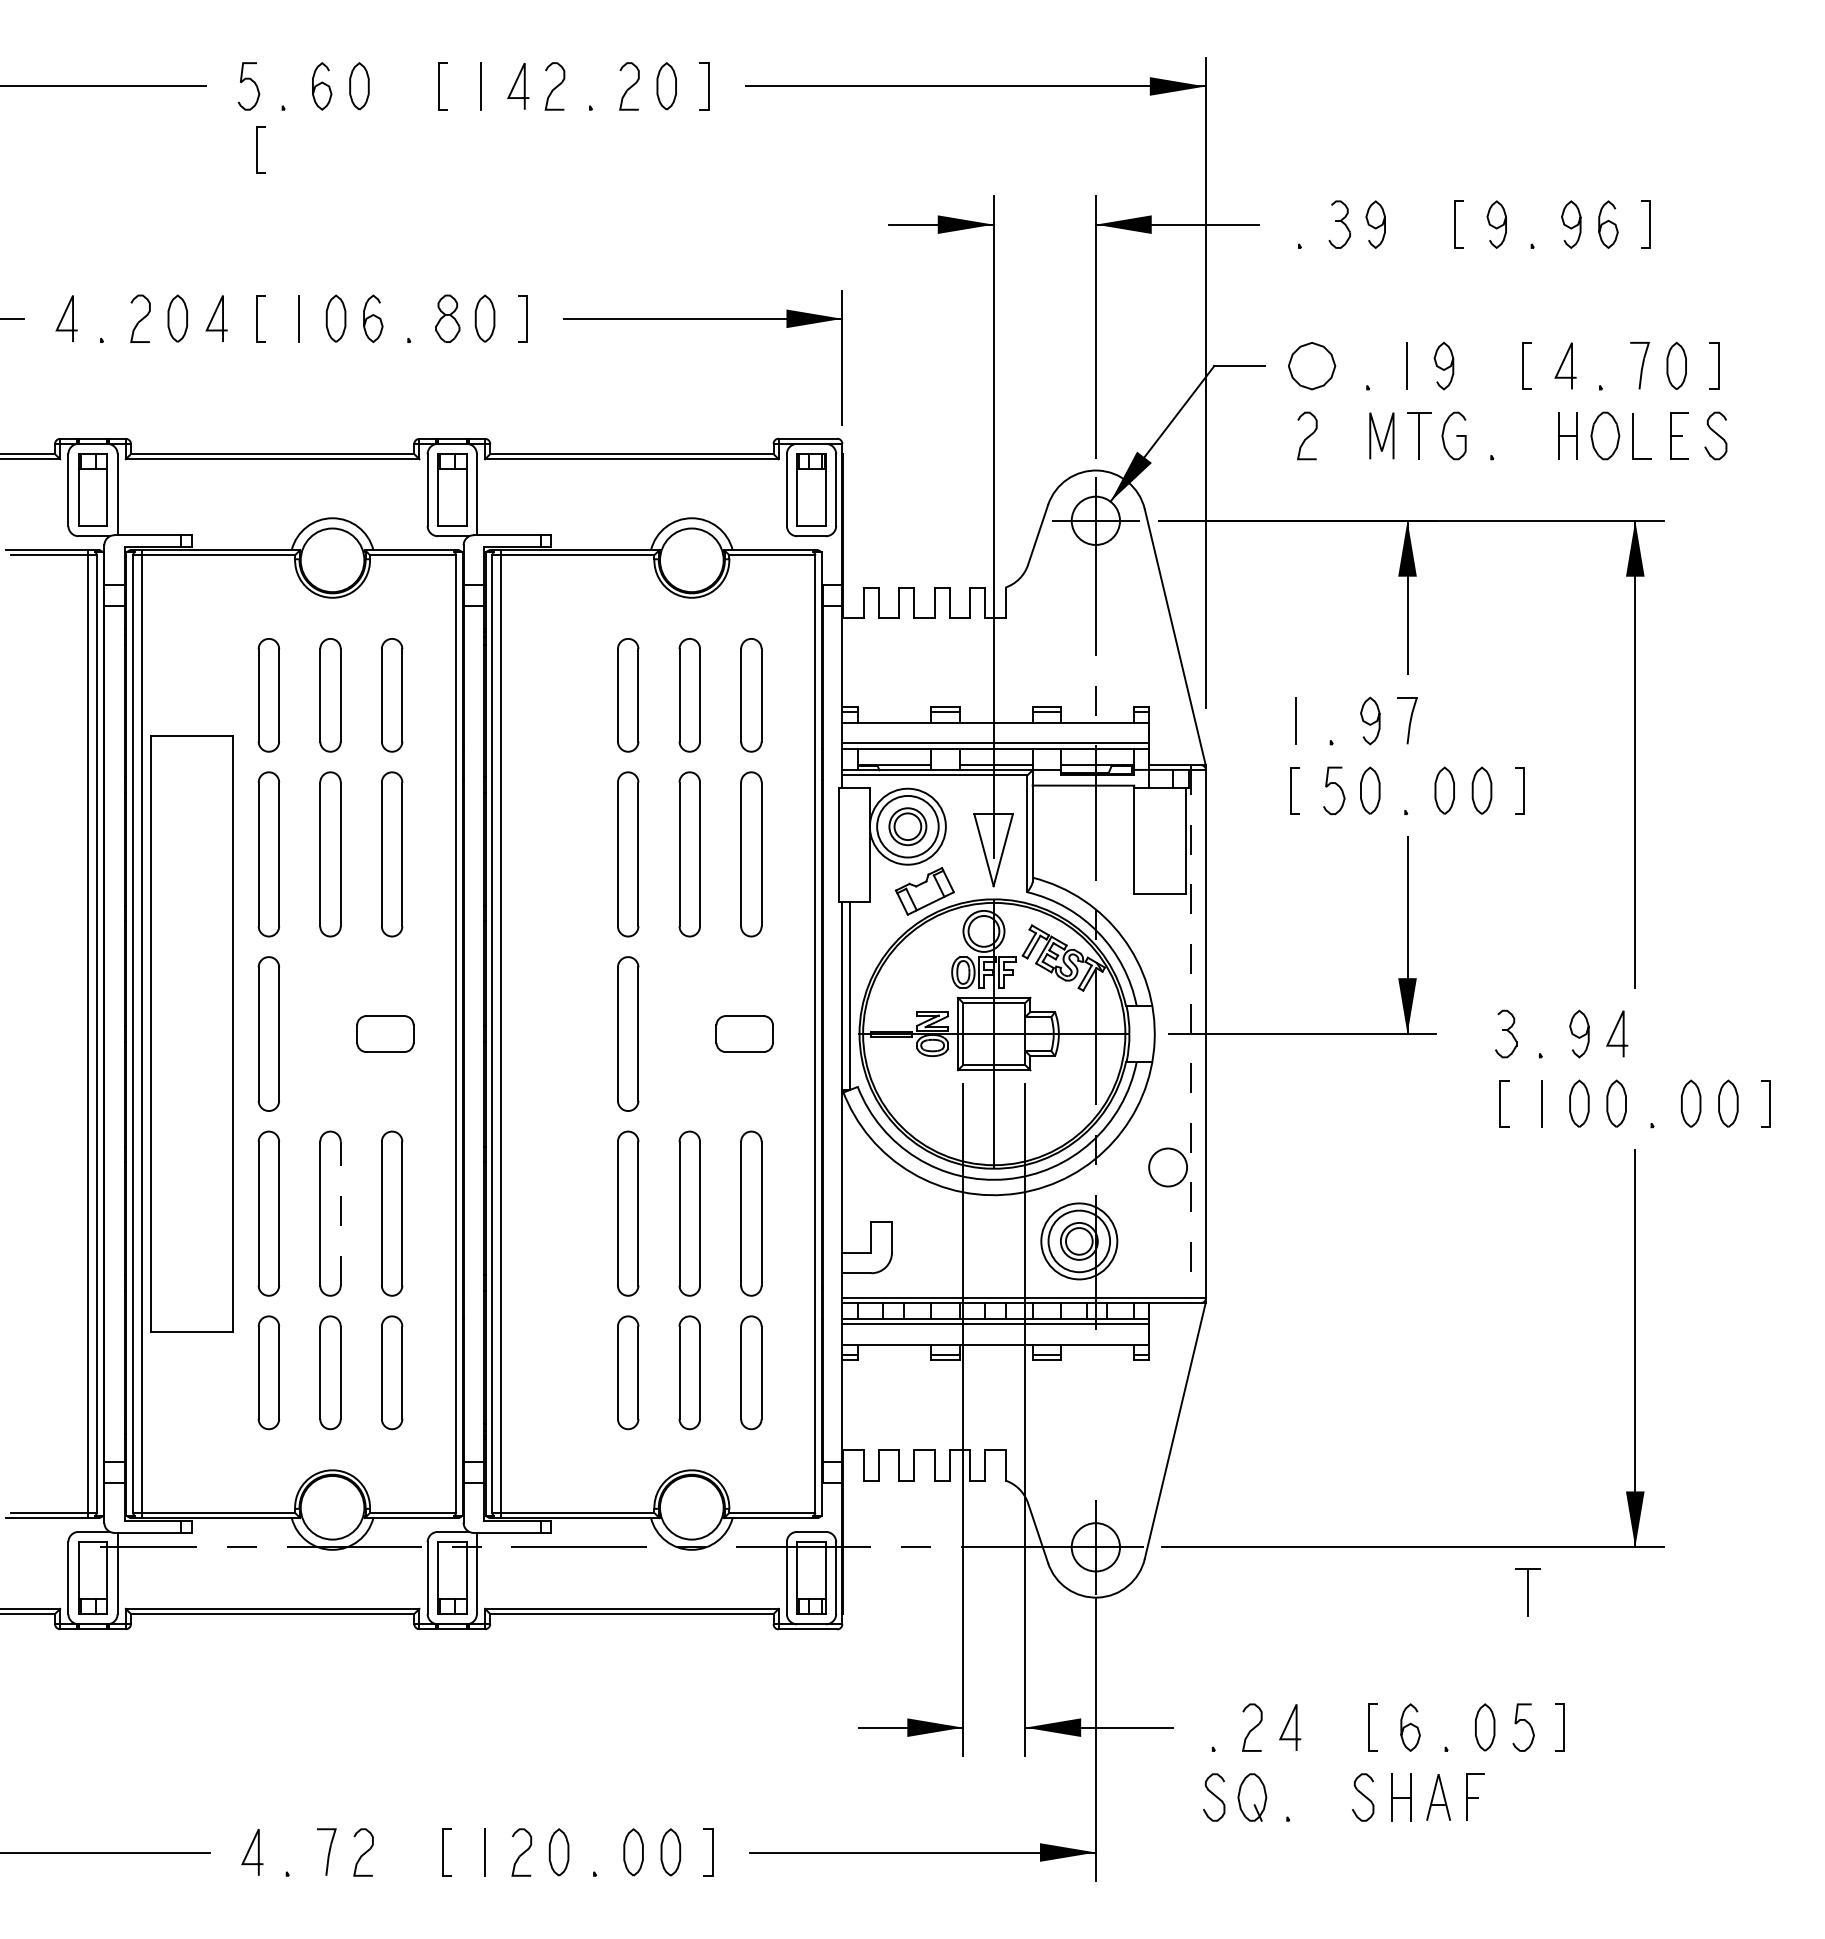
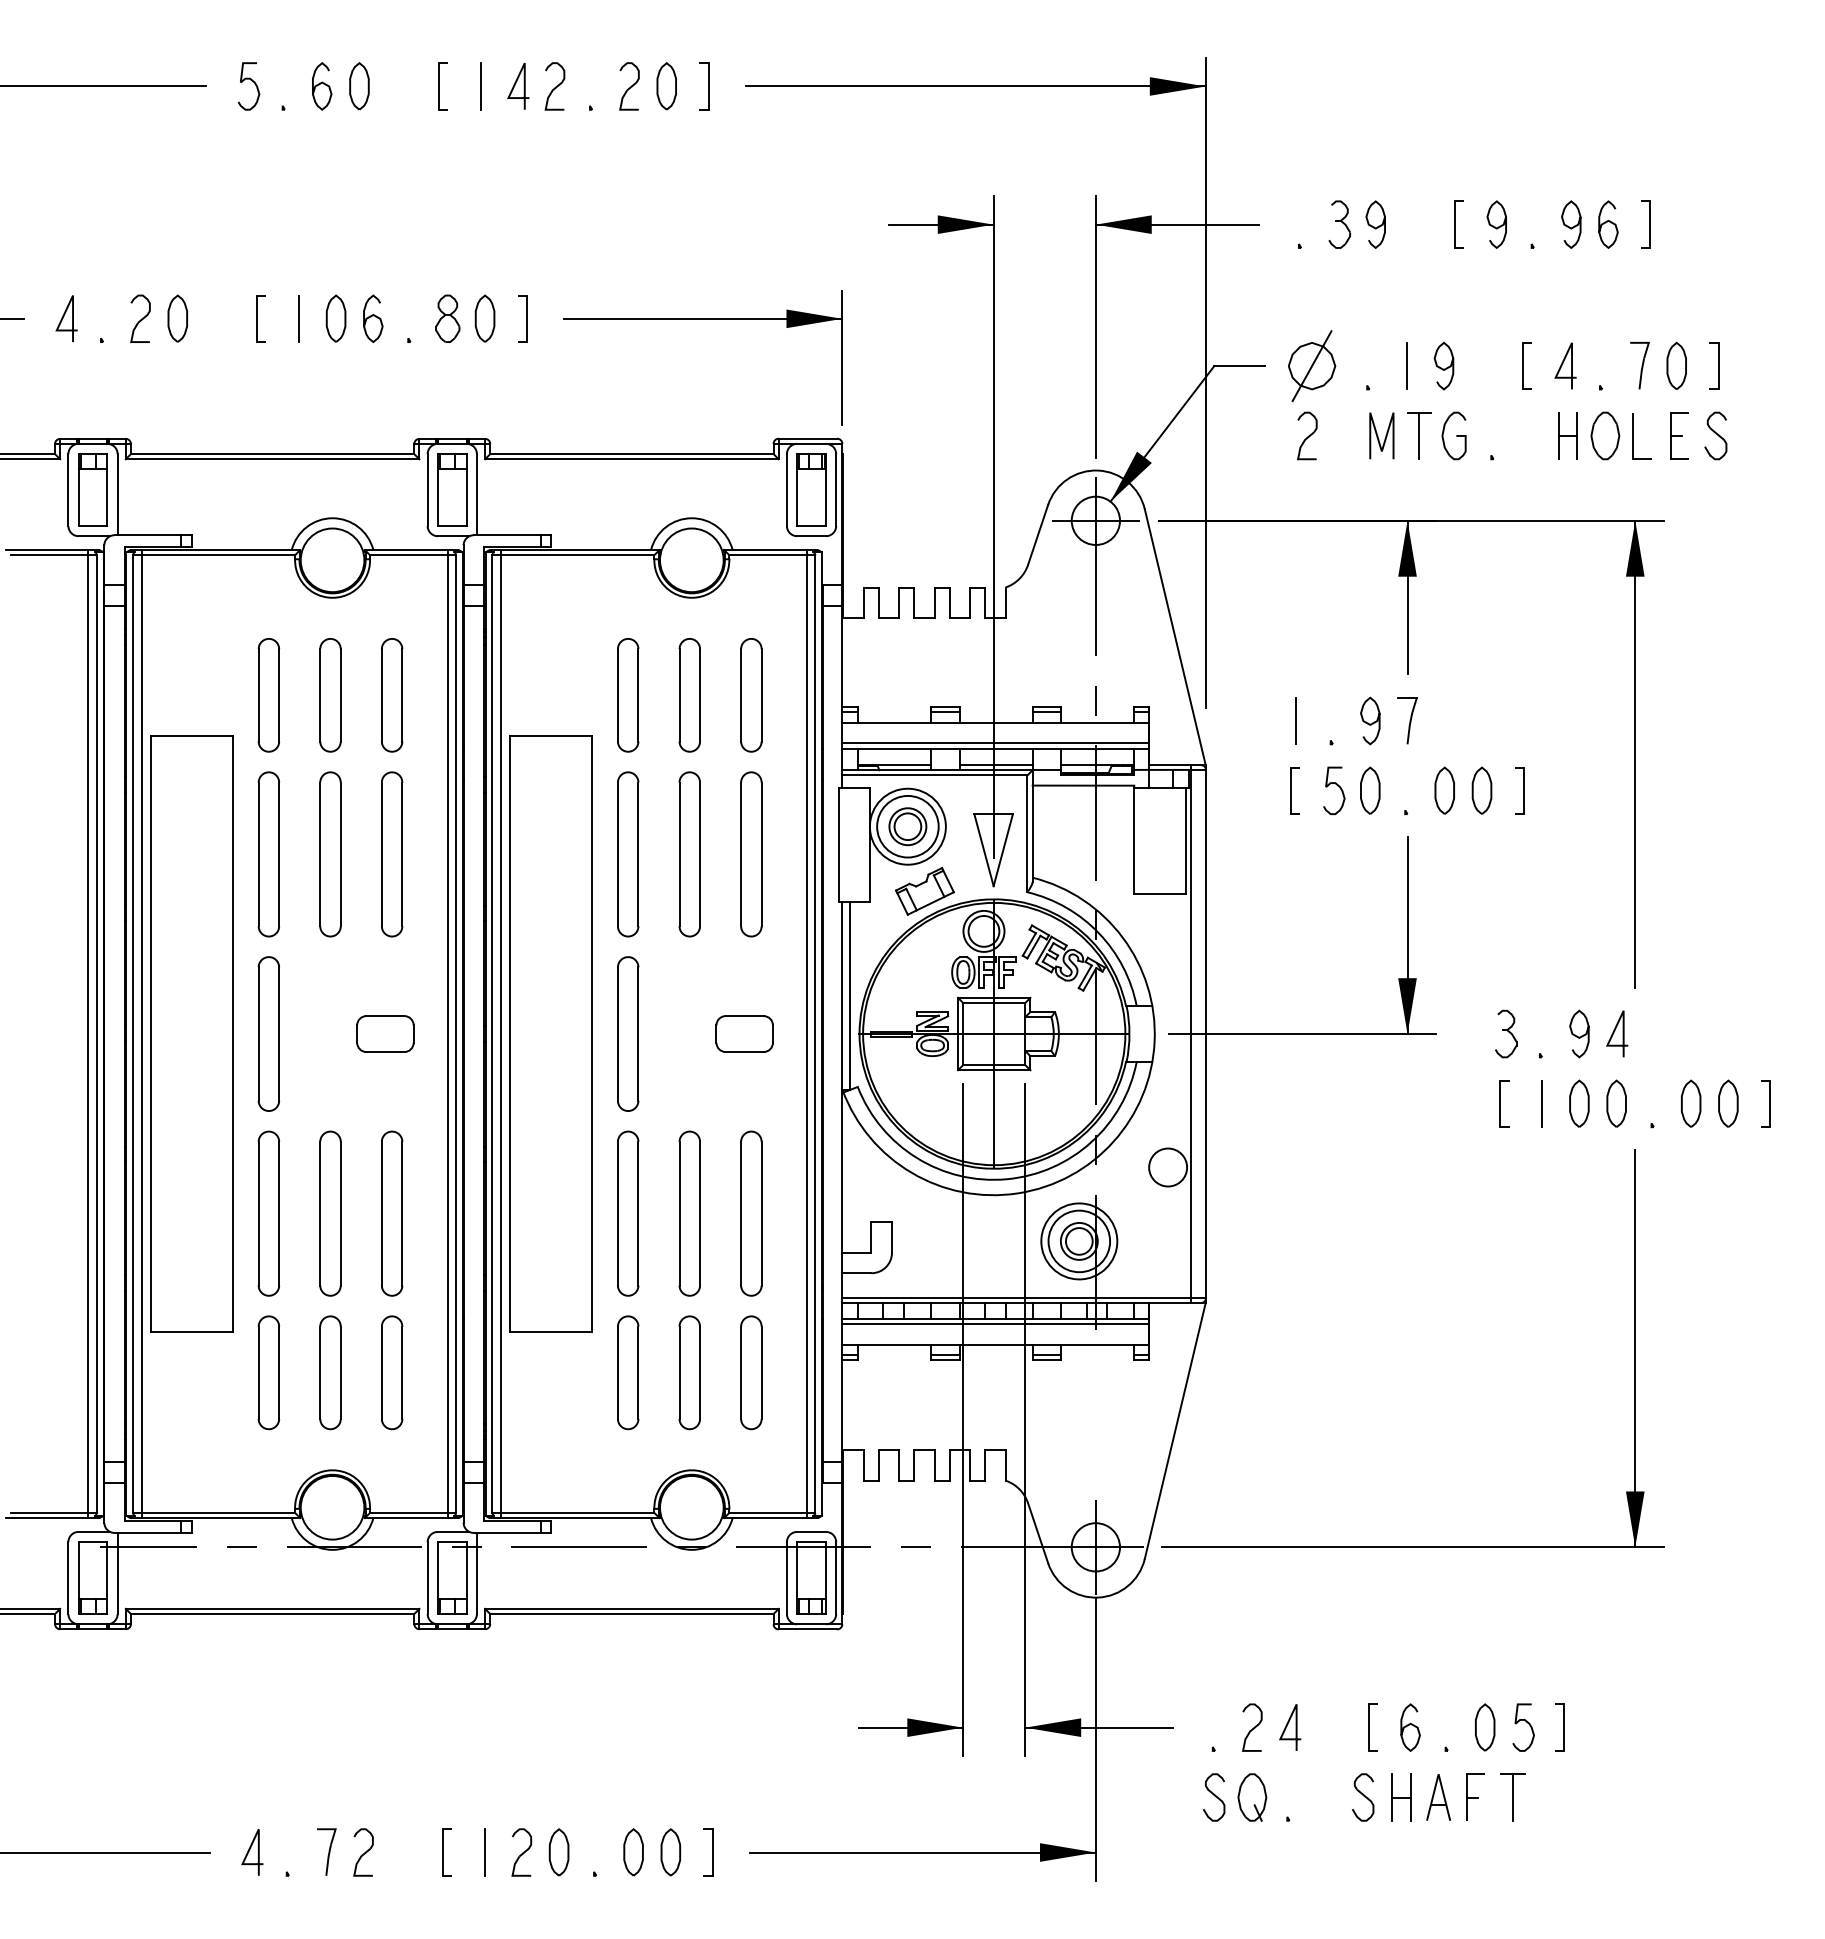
line at (257, 149): present -> none
line at (214, 316): present -> none
line at (1311, 366): none -> present
part at (550, 1033): none -> present
line at (447, 1034): none -> present
line at (806, 1034): none -> present
line at (1190, 1034): dashed -> solid
line at (340, 1213): dashed -> solid
part at (1527, 1592) position: (1527, 1592) -> (1512, 1797)
